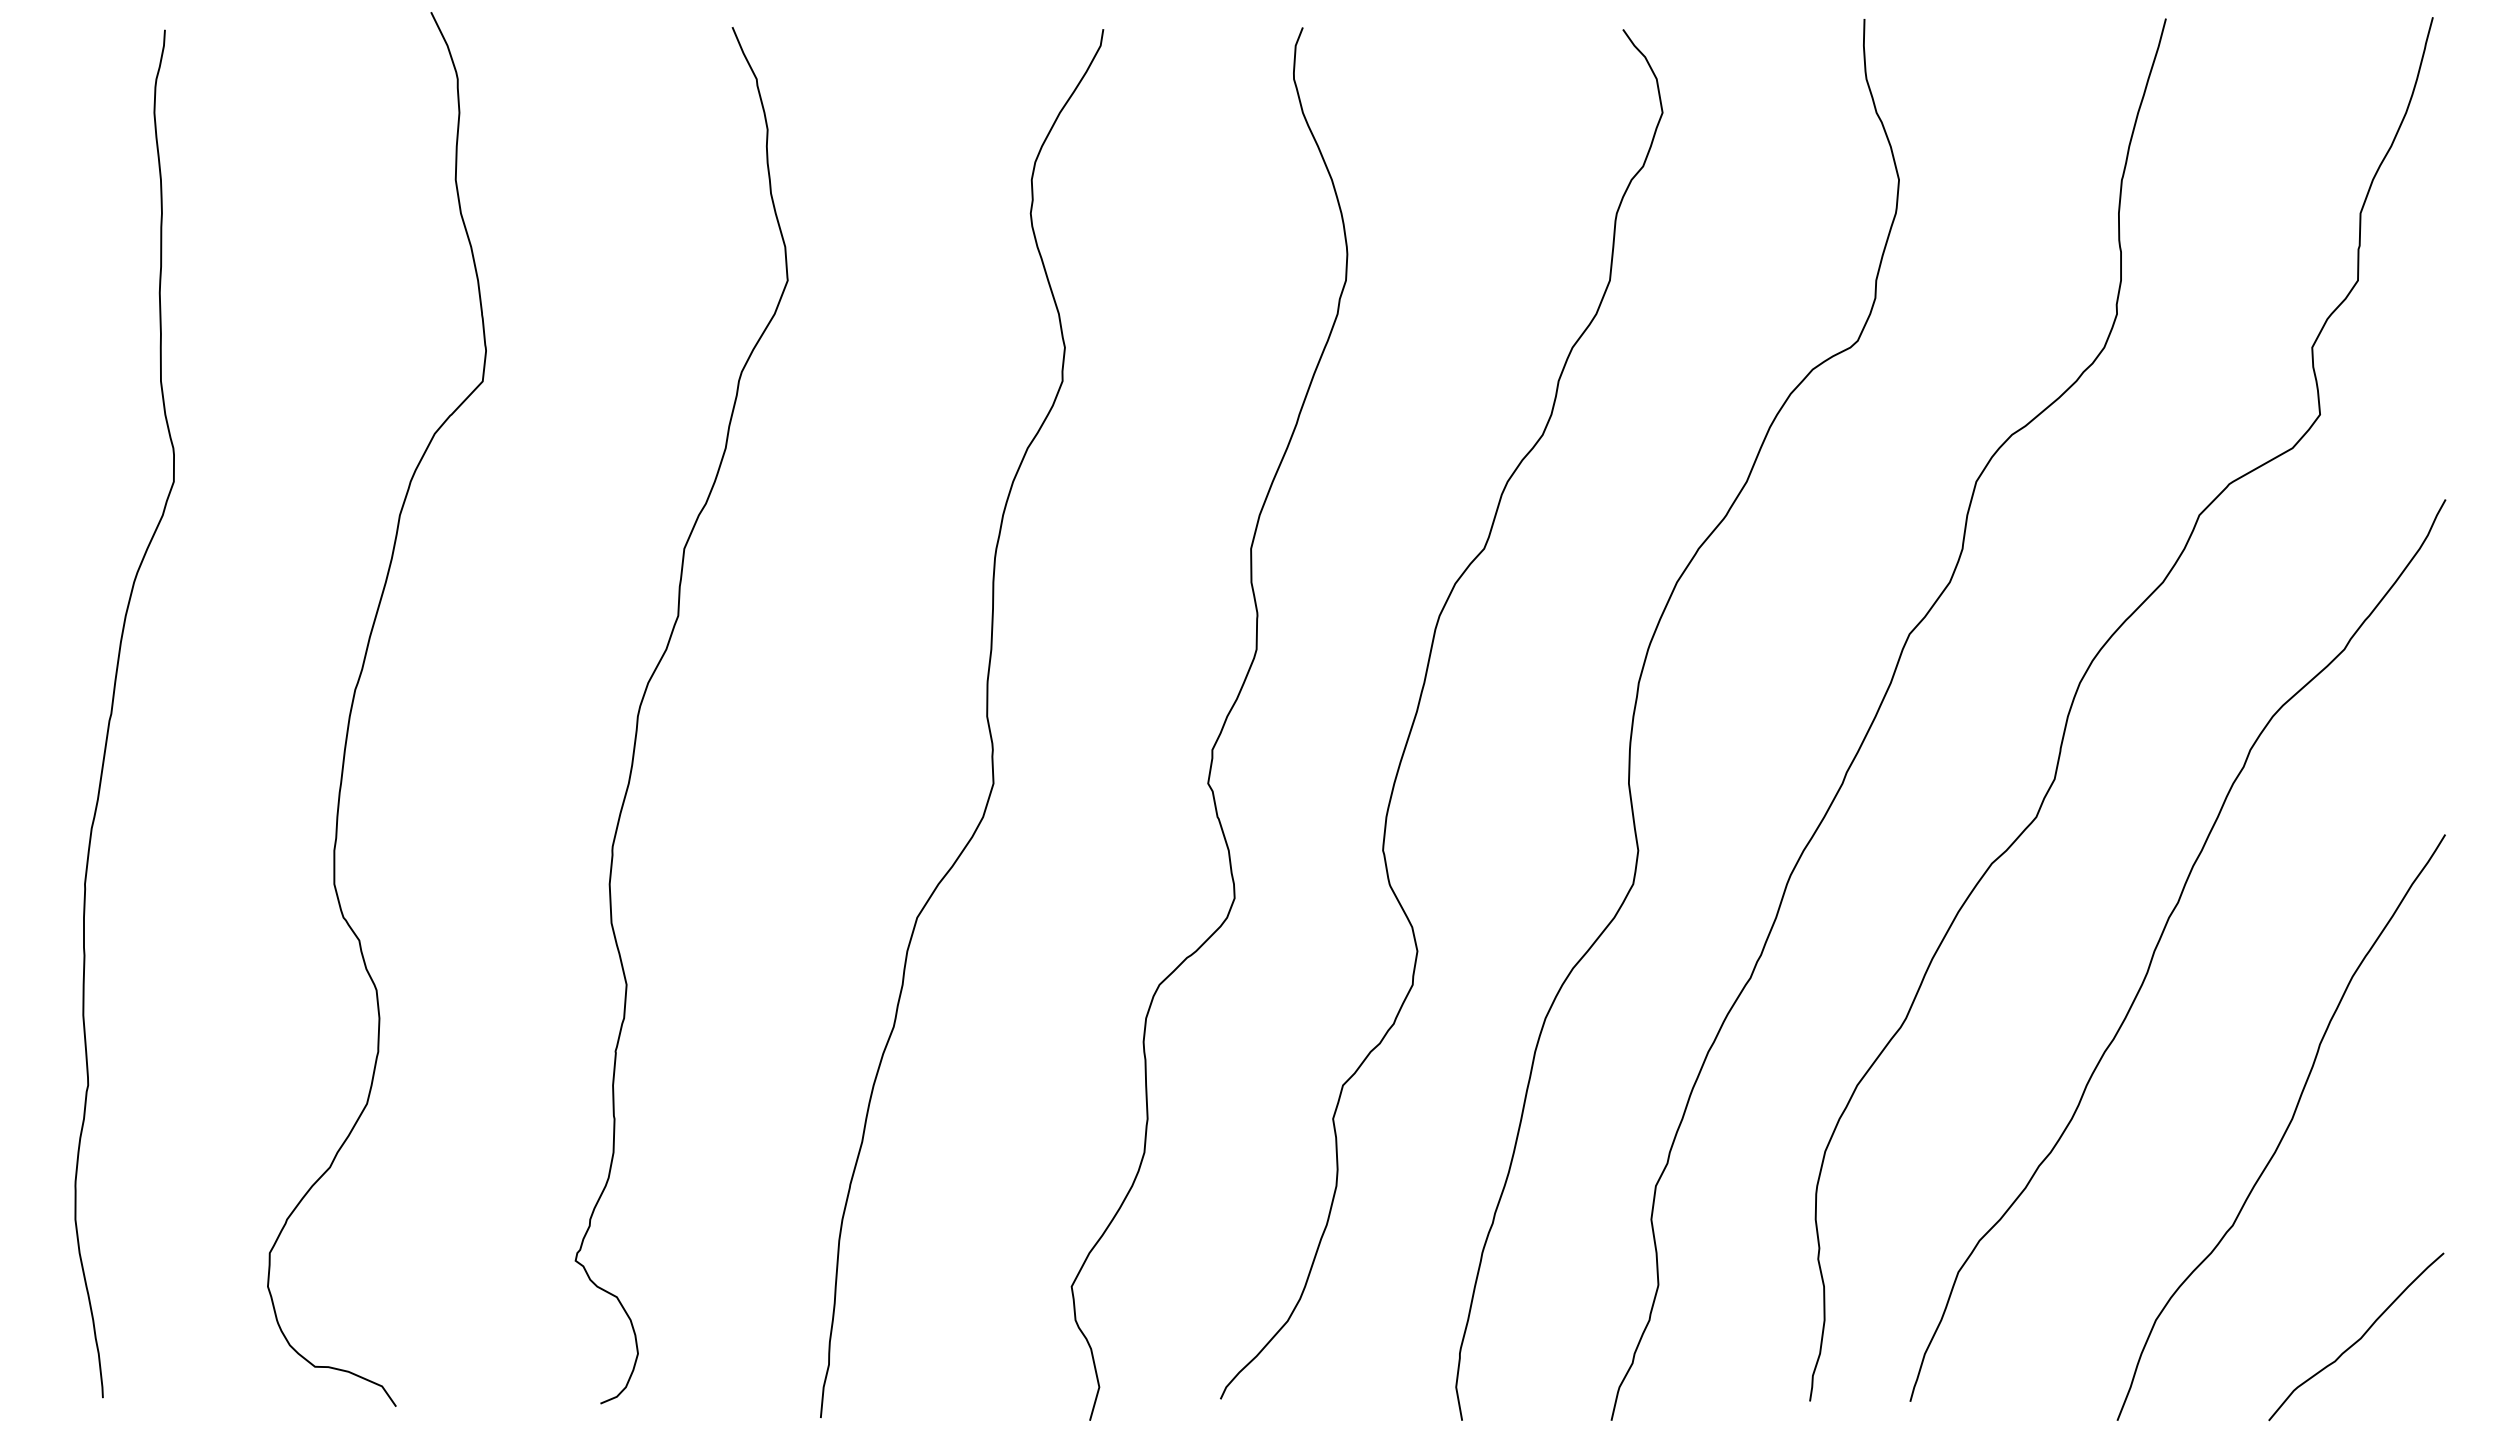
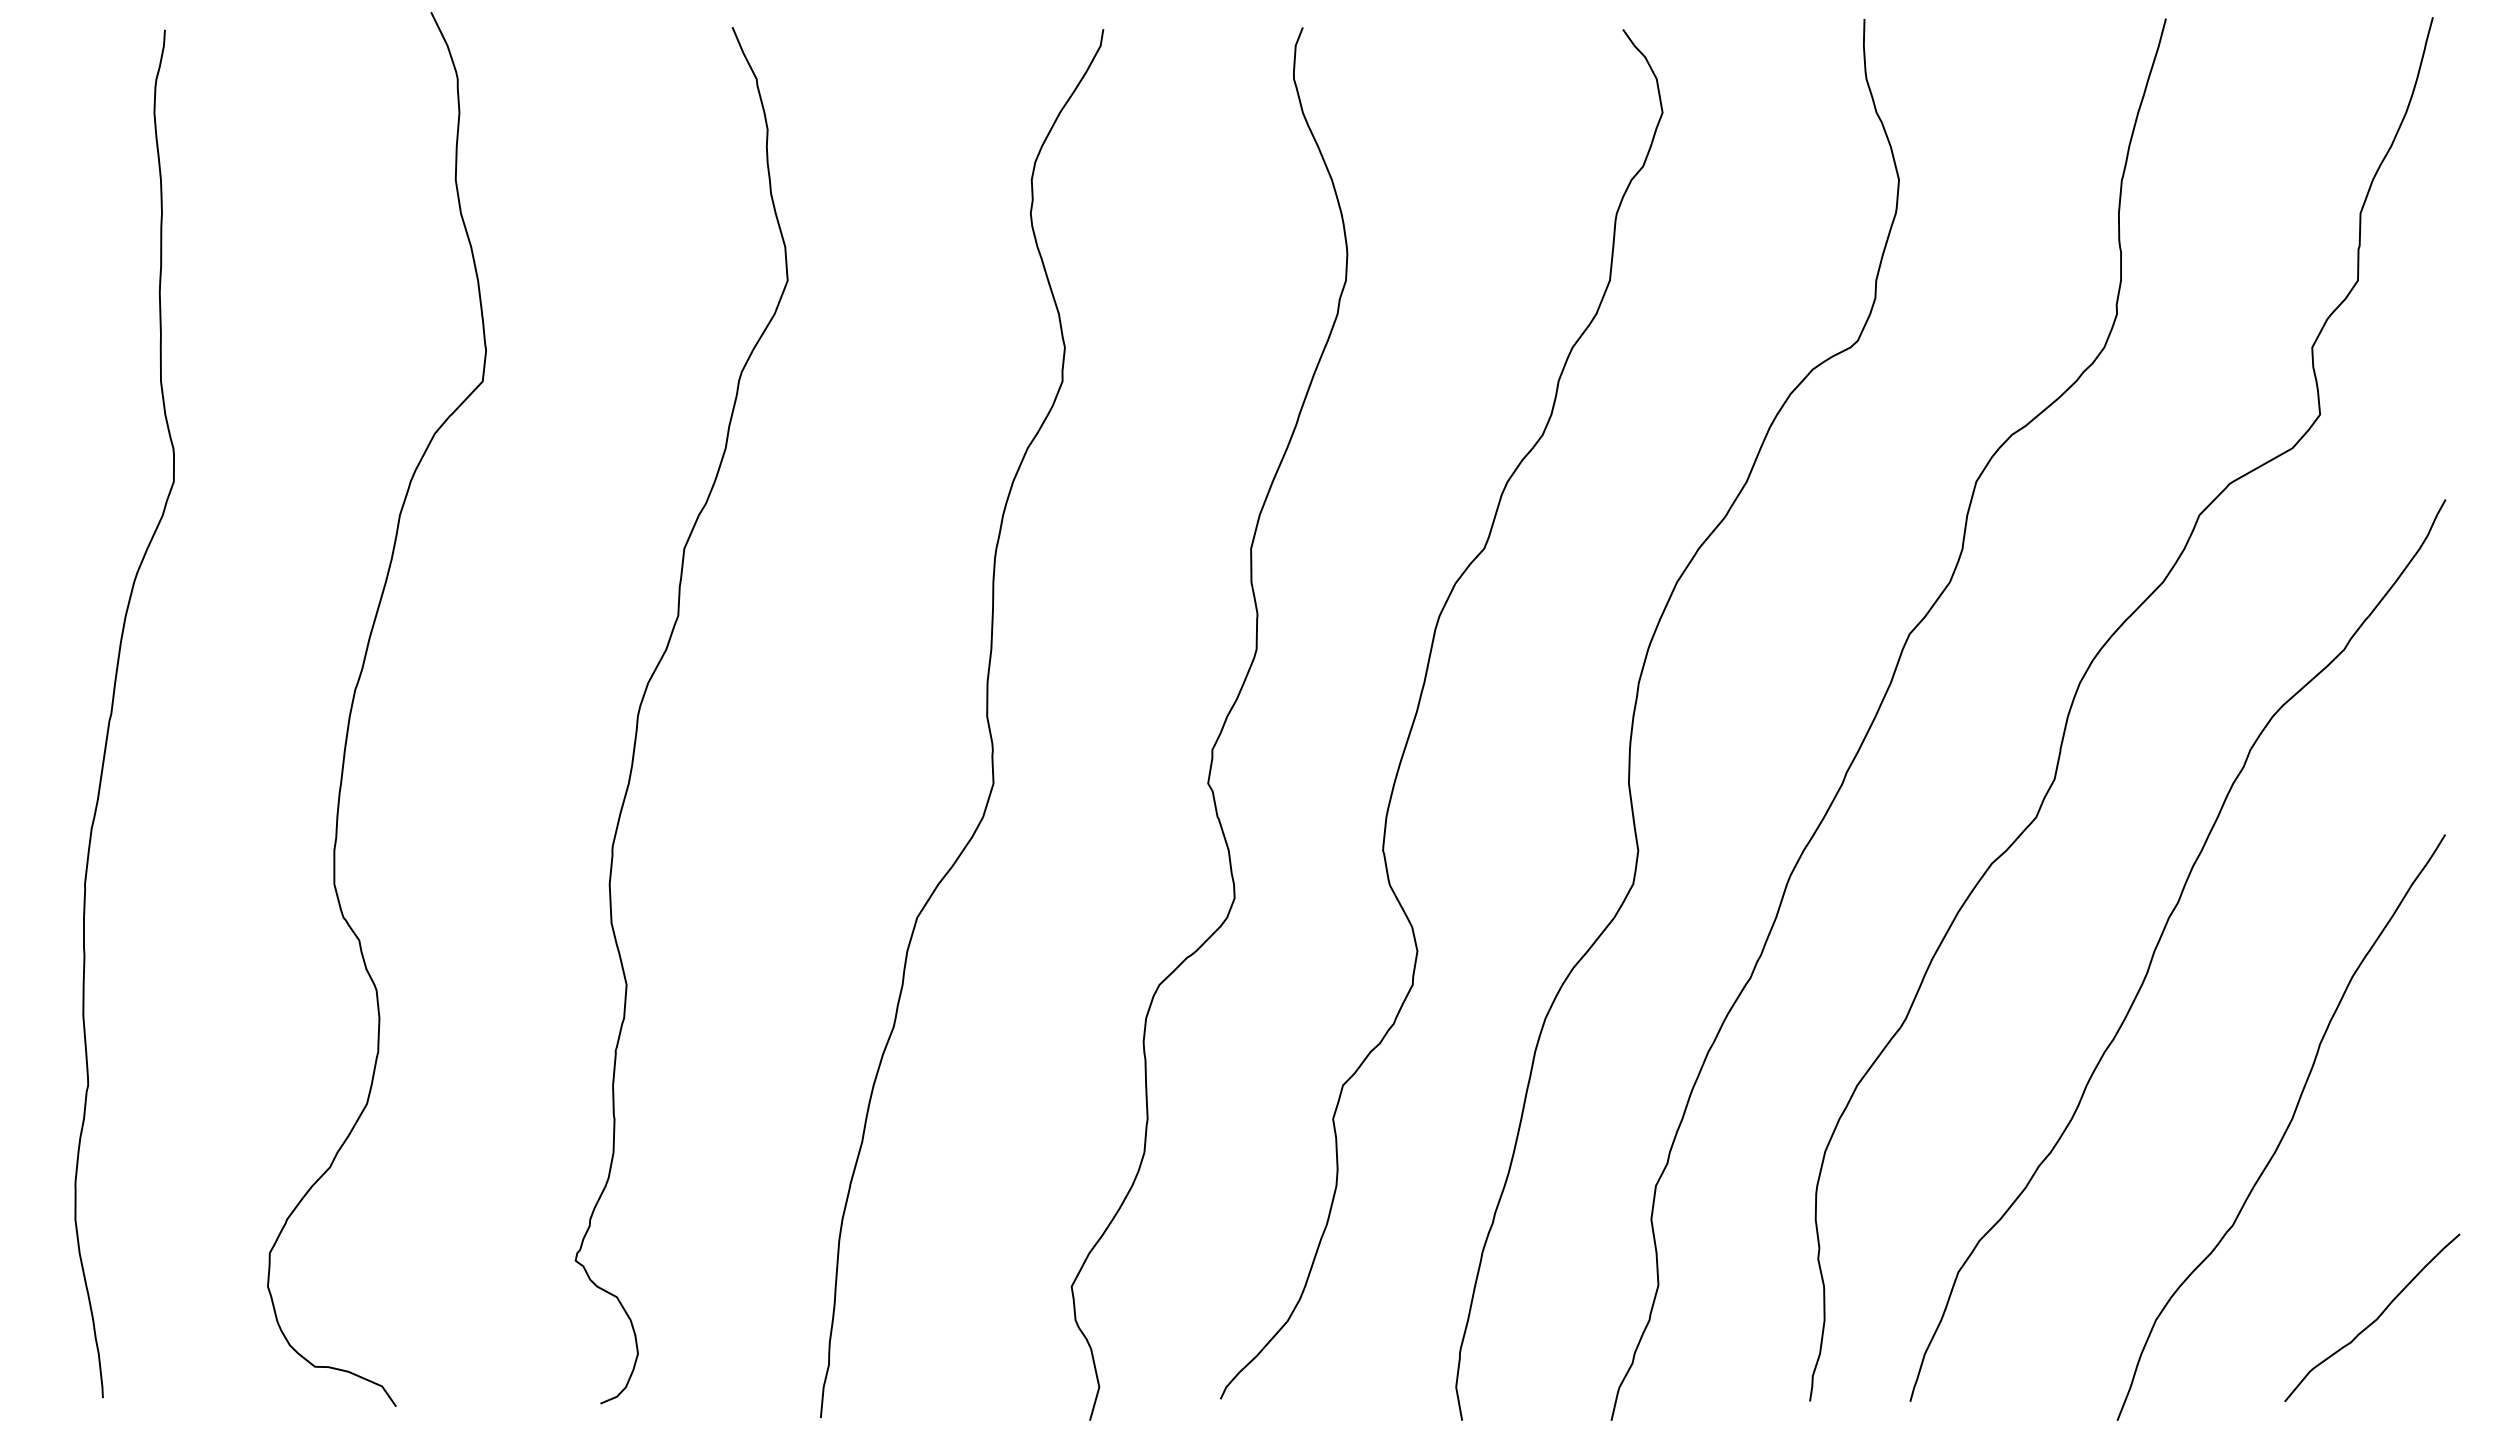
curve at (2359, 1338) position: (2359, 1338) -> (2375, 1319)
